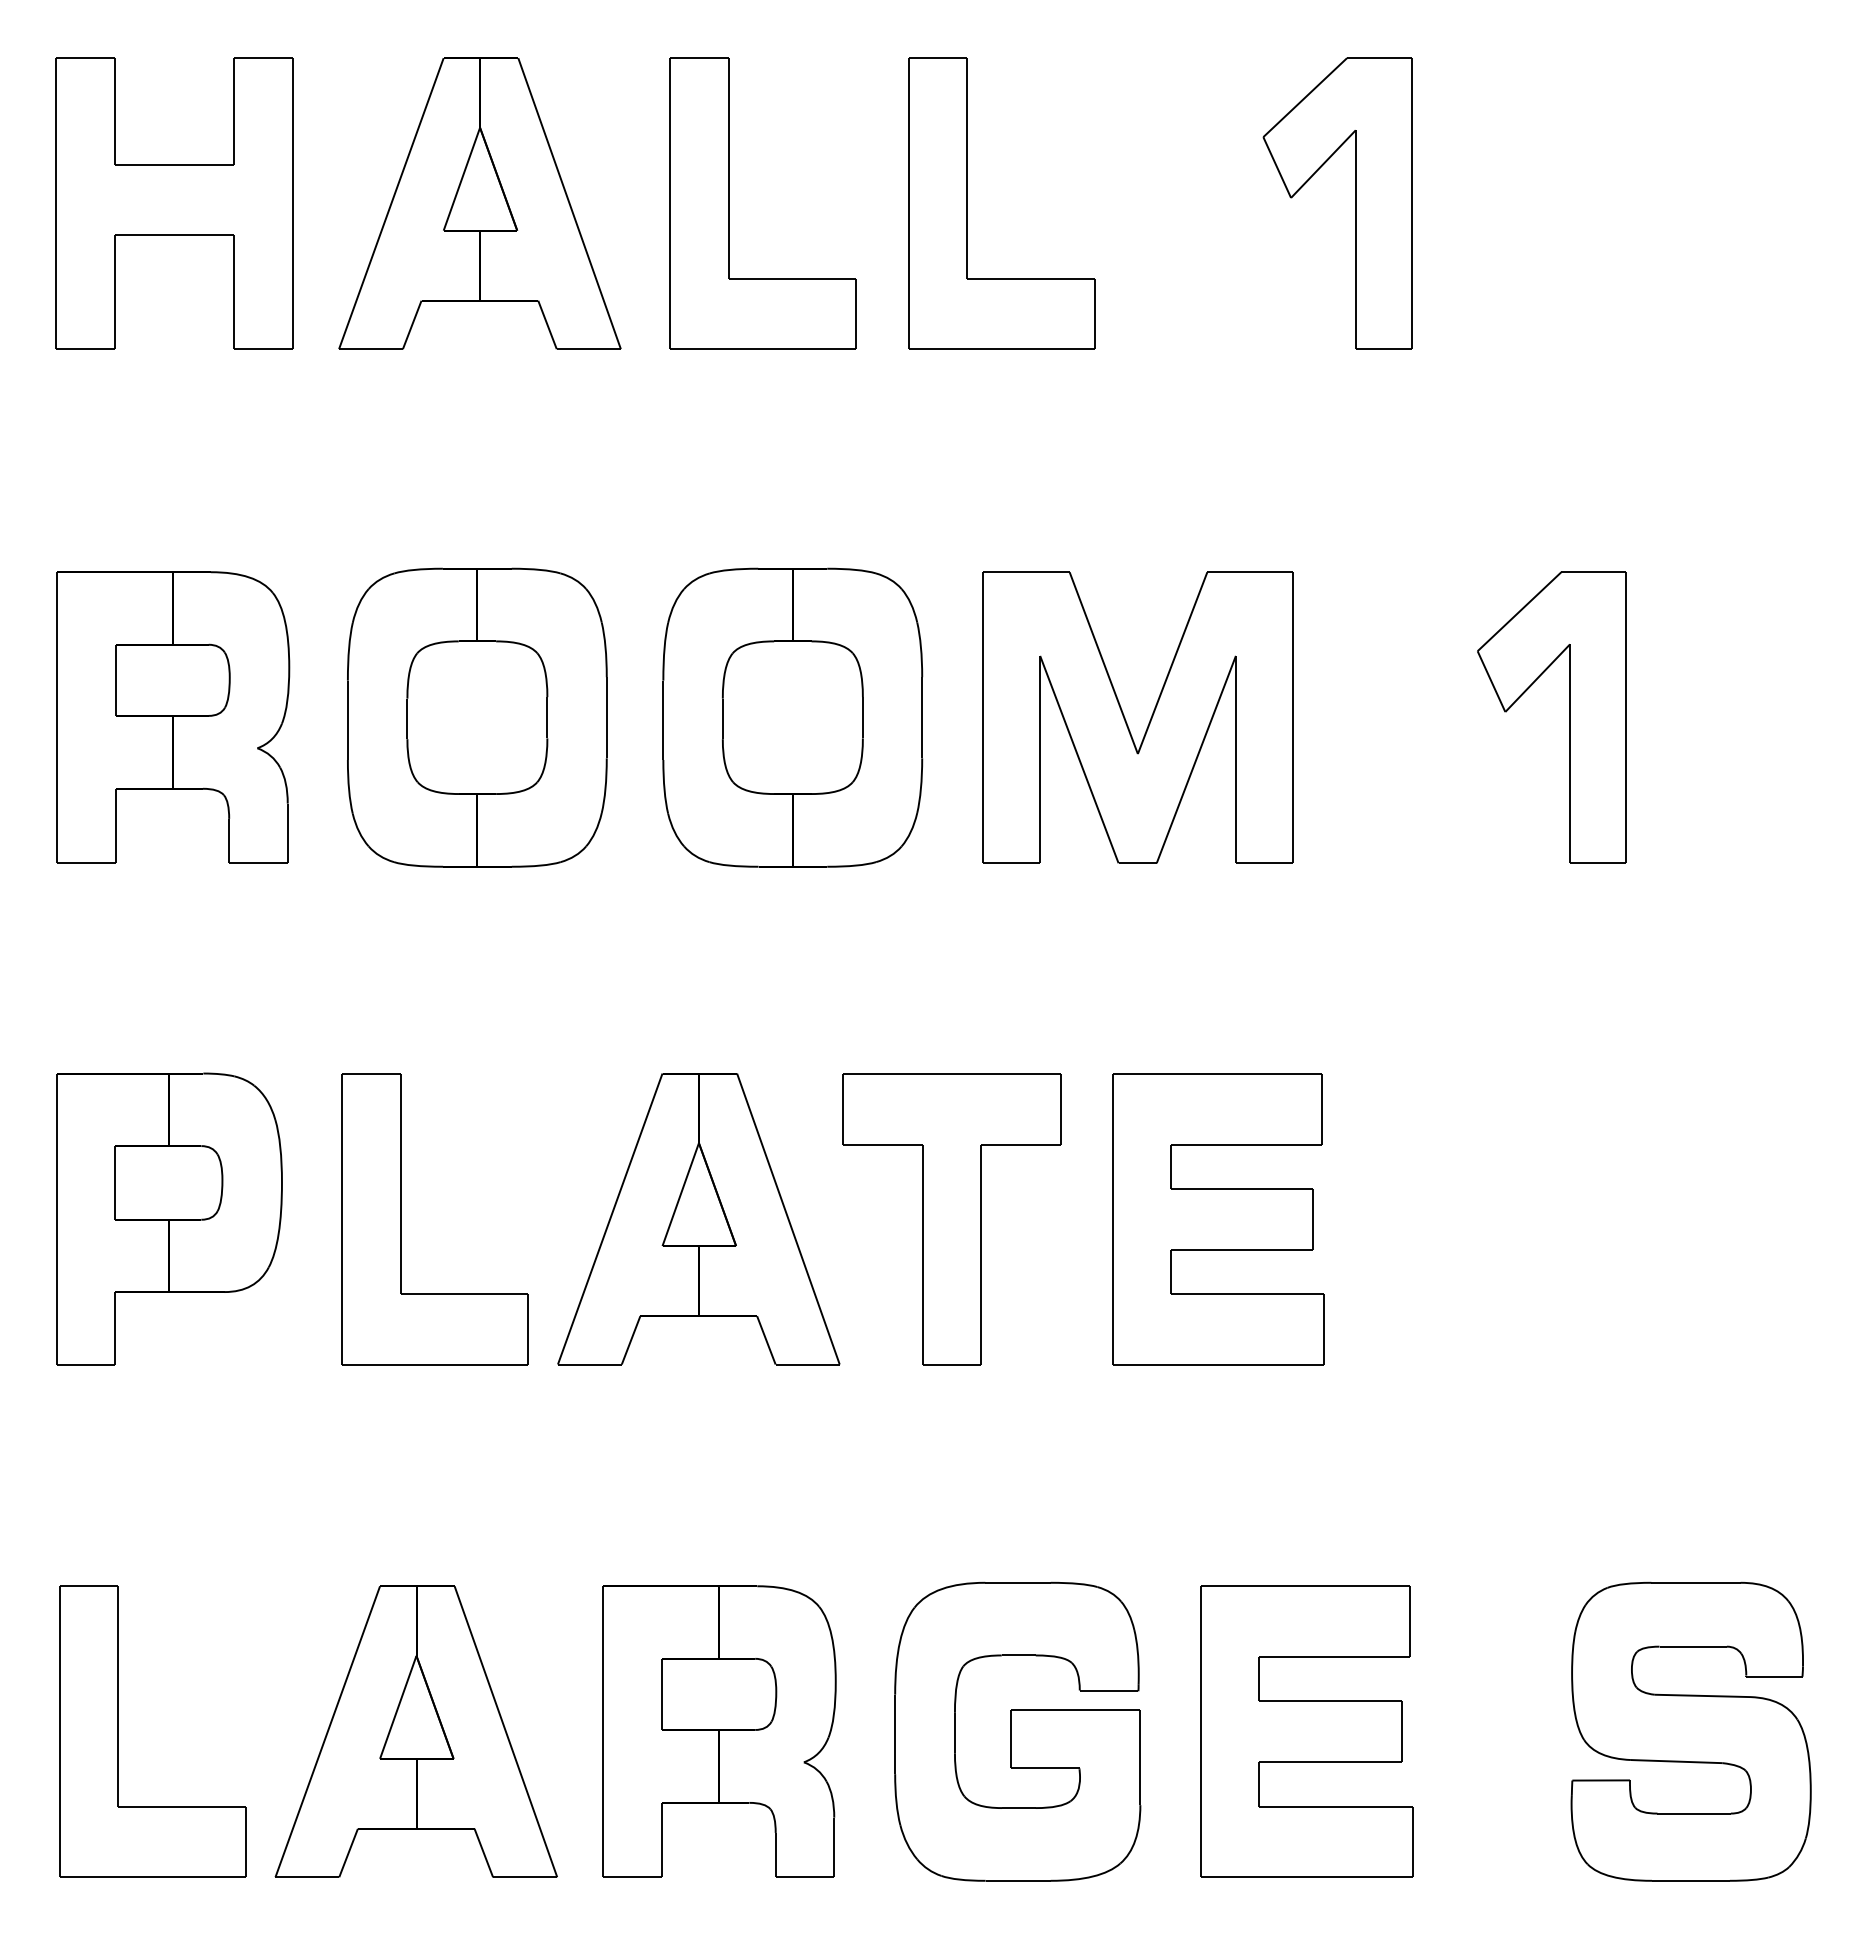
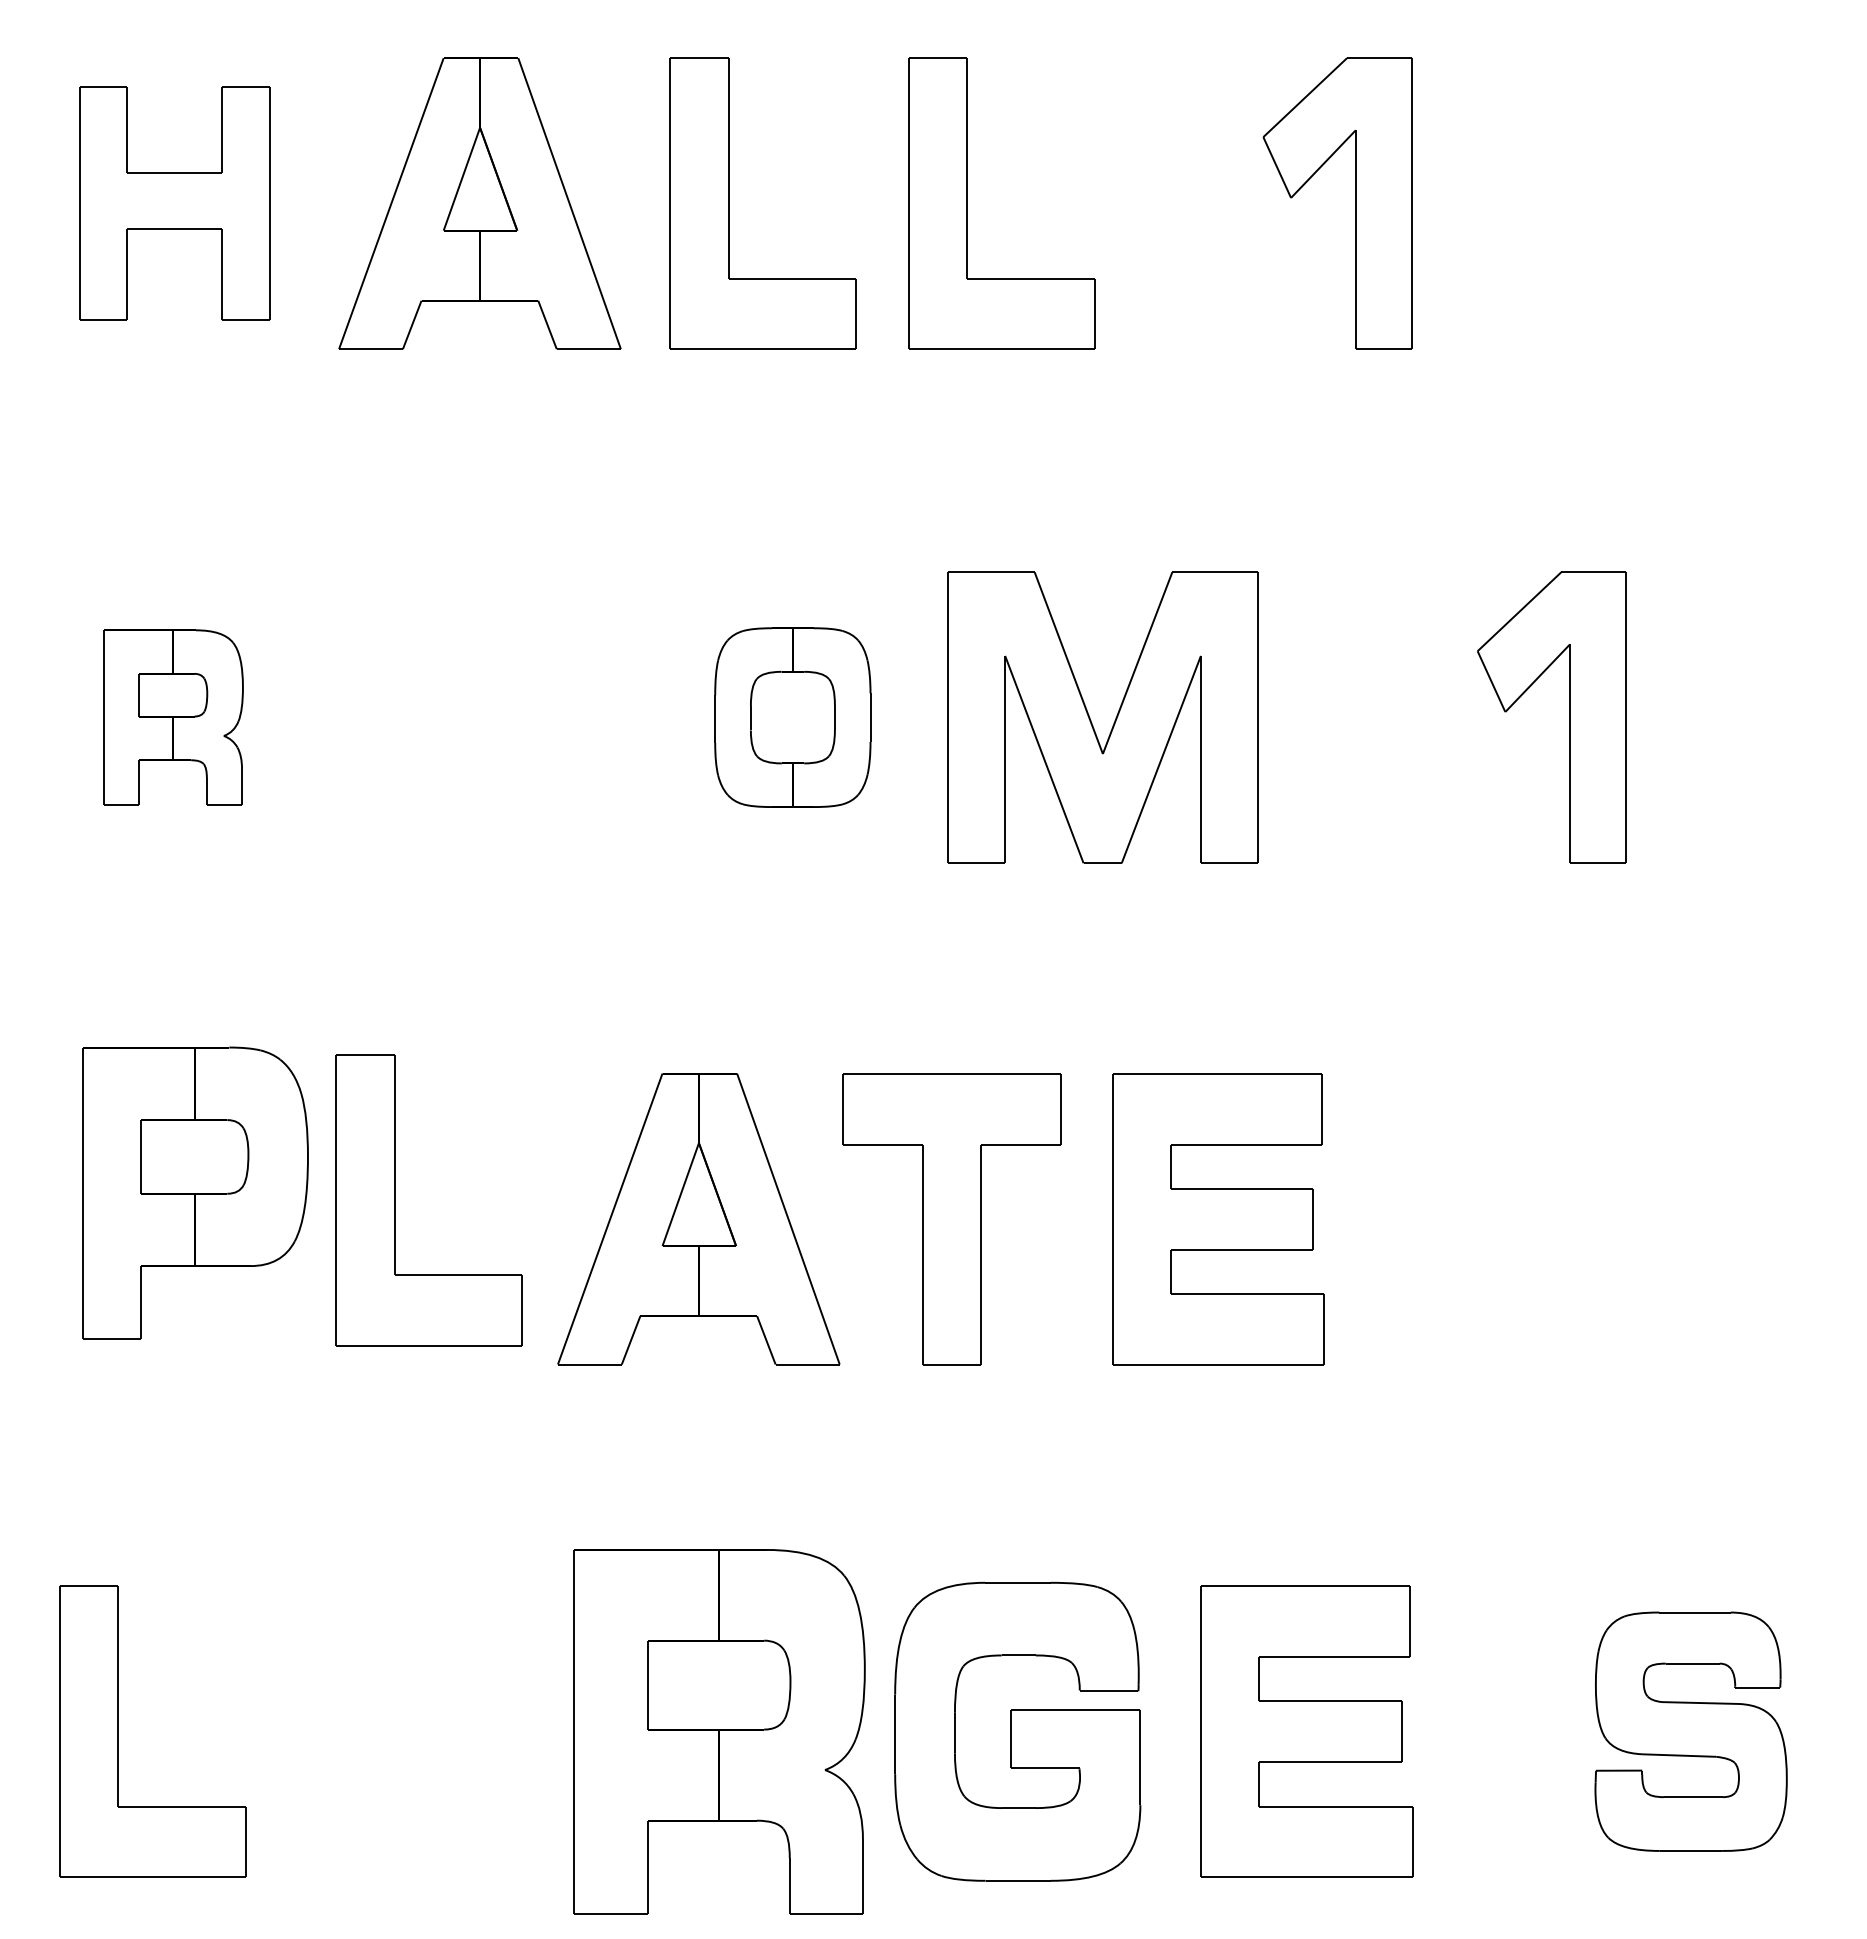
part at (174, 203) size: 239x293 px -> 192x235 px
part at (173, 717) size: 235x293 px -> 141x177 px
part at (477, 717): present -> none
part at (792, 717) size: 262x301 px -> 158x181 px
part at (1126, 720) position: (1126, 720) -> (1091, 720)
part at (169, 1218) position: (169, 1218) -> (195, 1192)
part at (401, 1219) position: (401, 1219) -> (395, 1200)
part at (415, 1731): present -> none
part at (719, 1731) size: 235x293 px -> 293x366 px
part at (1690, 1731) size: 242x301 px -> 194x241 px
